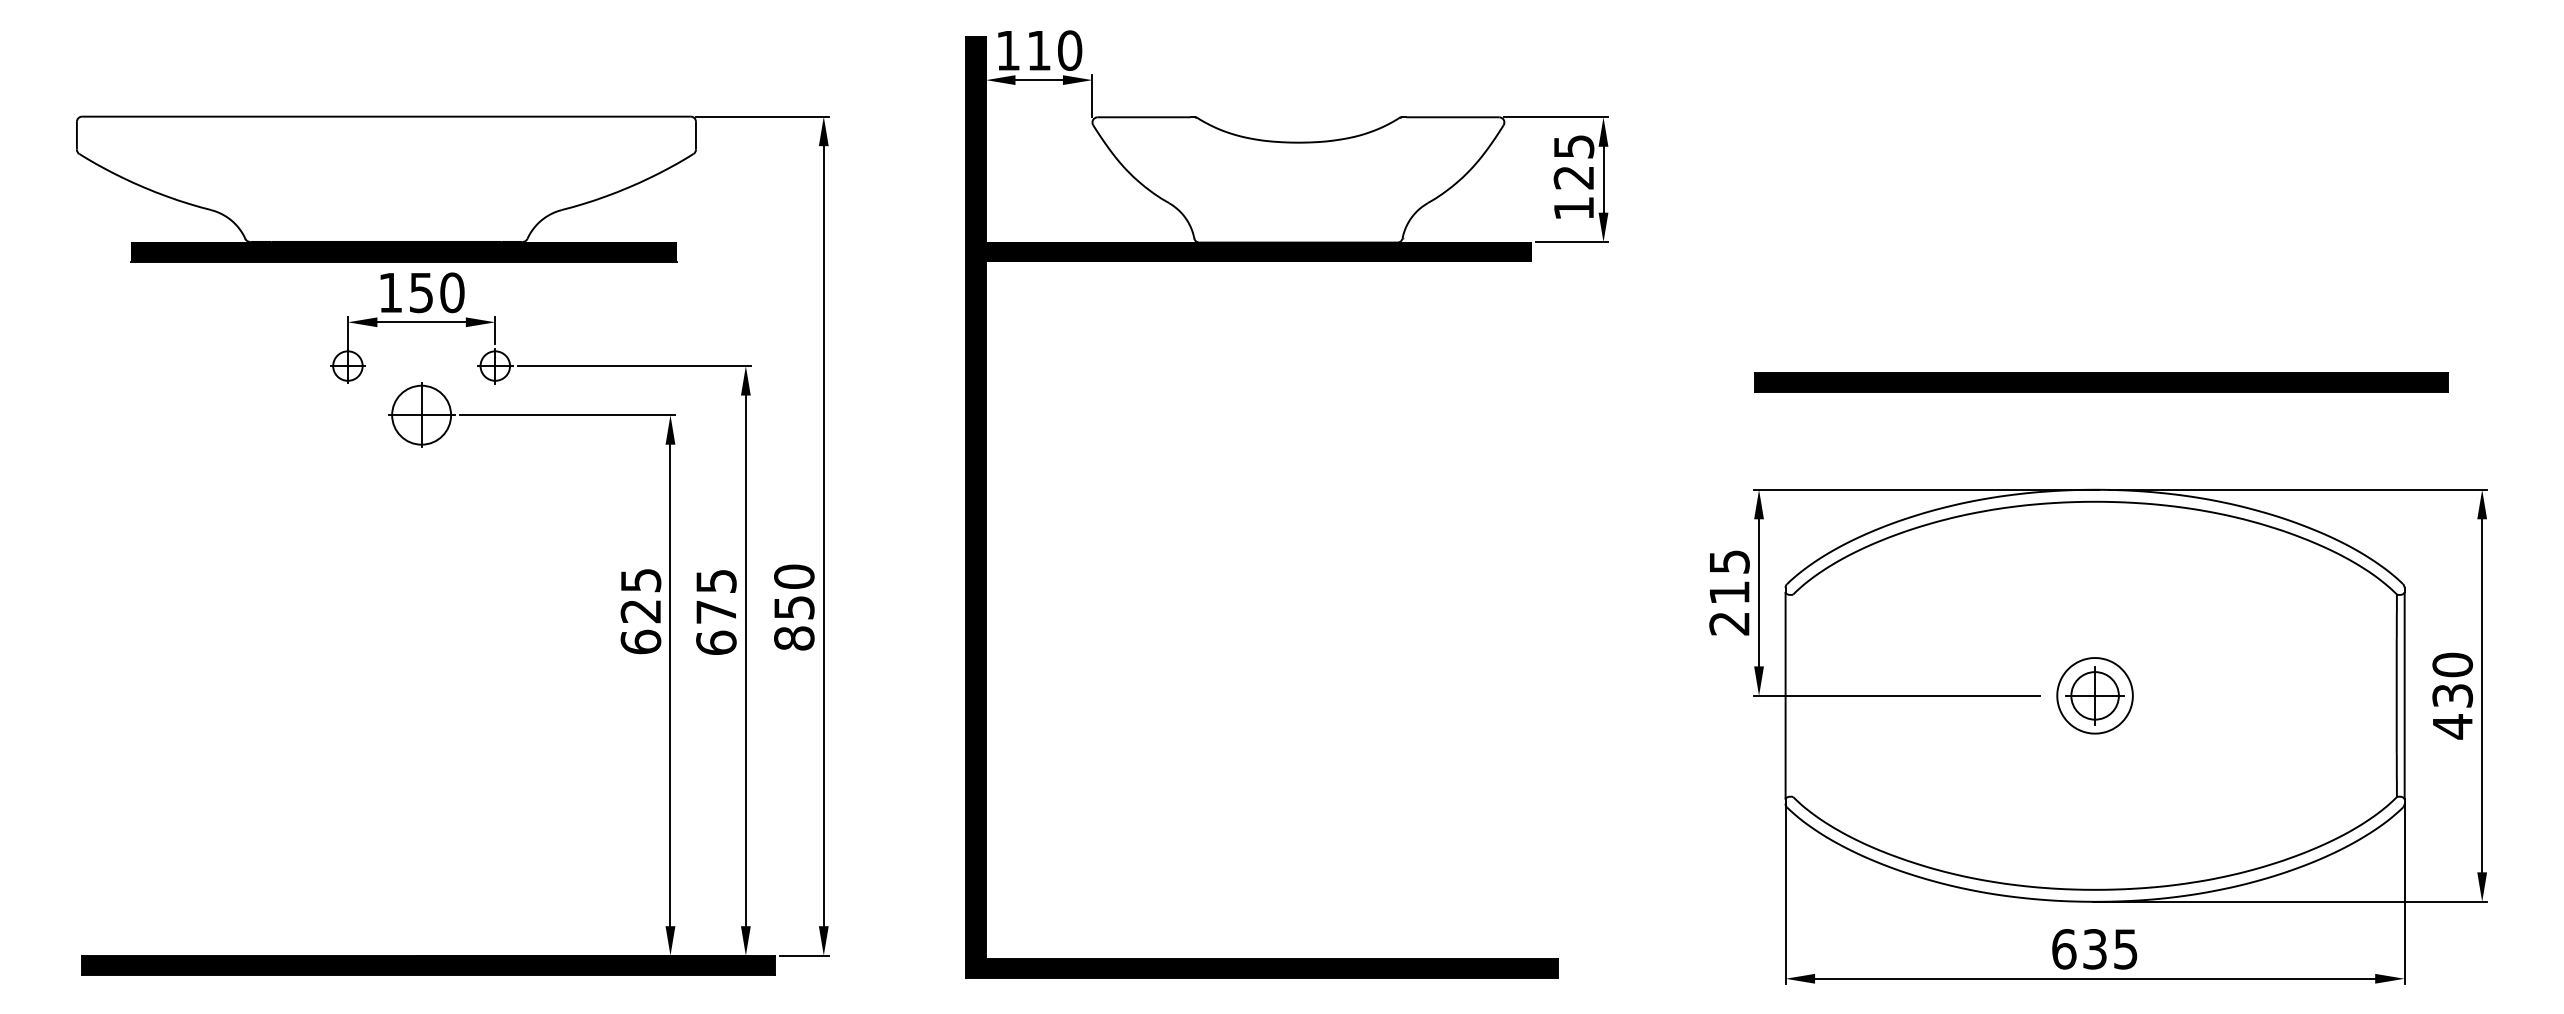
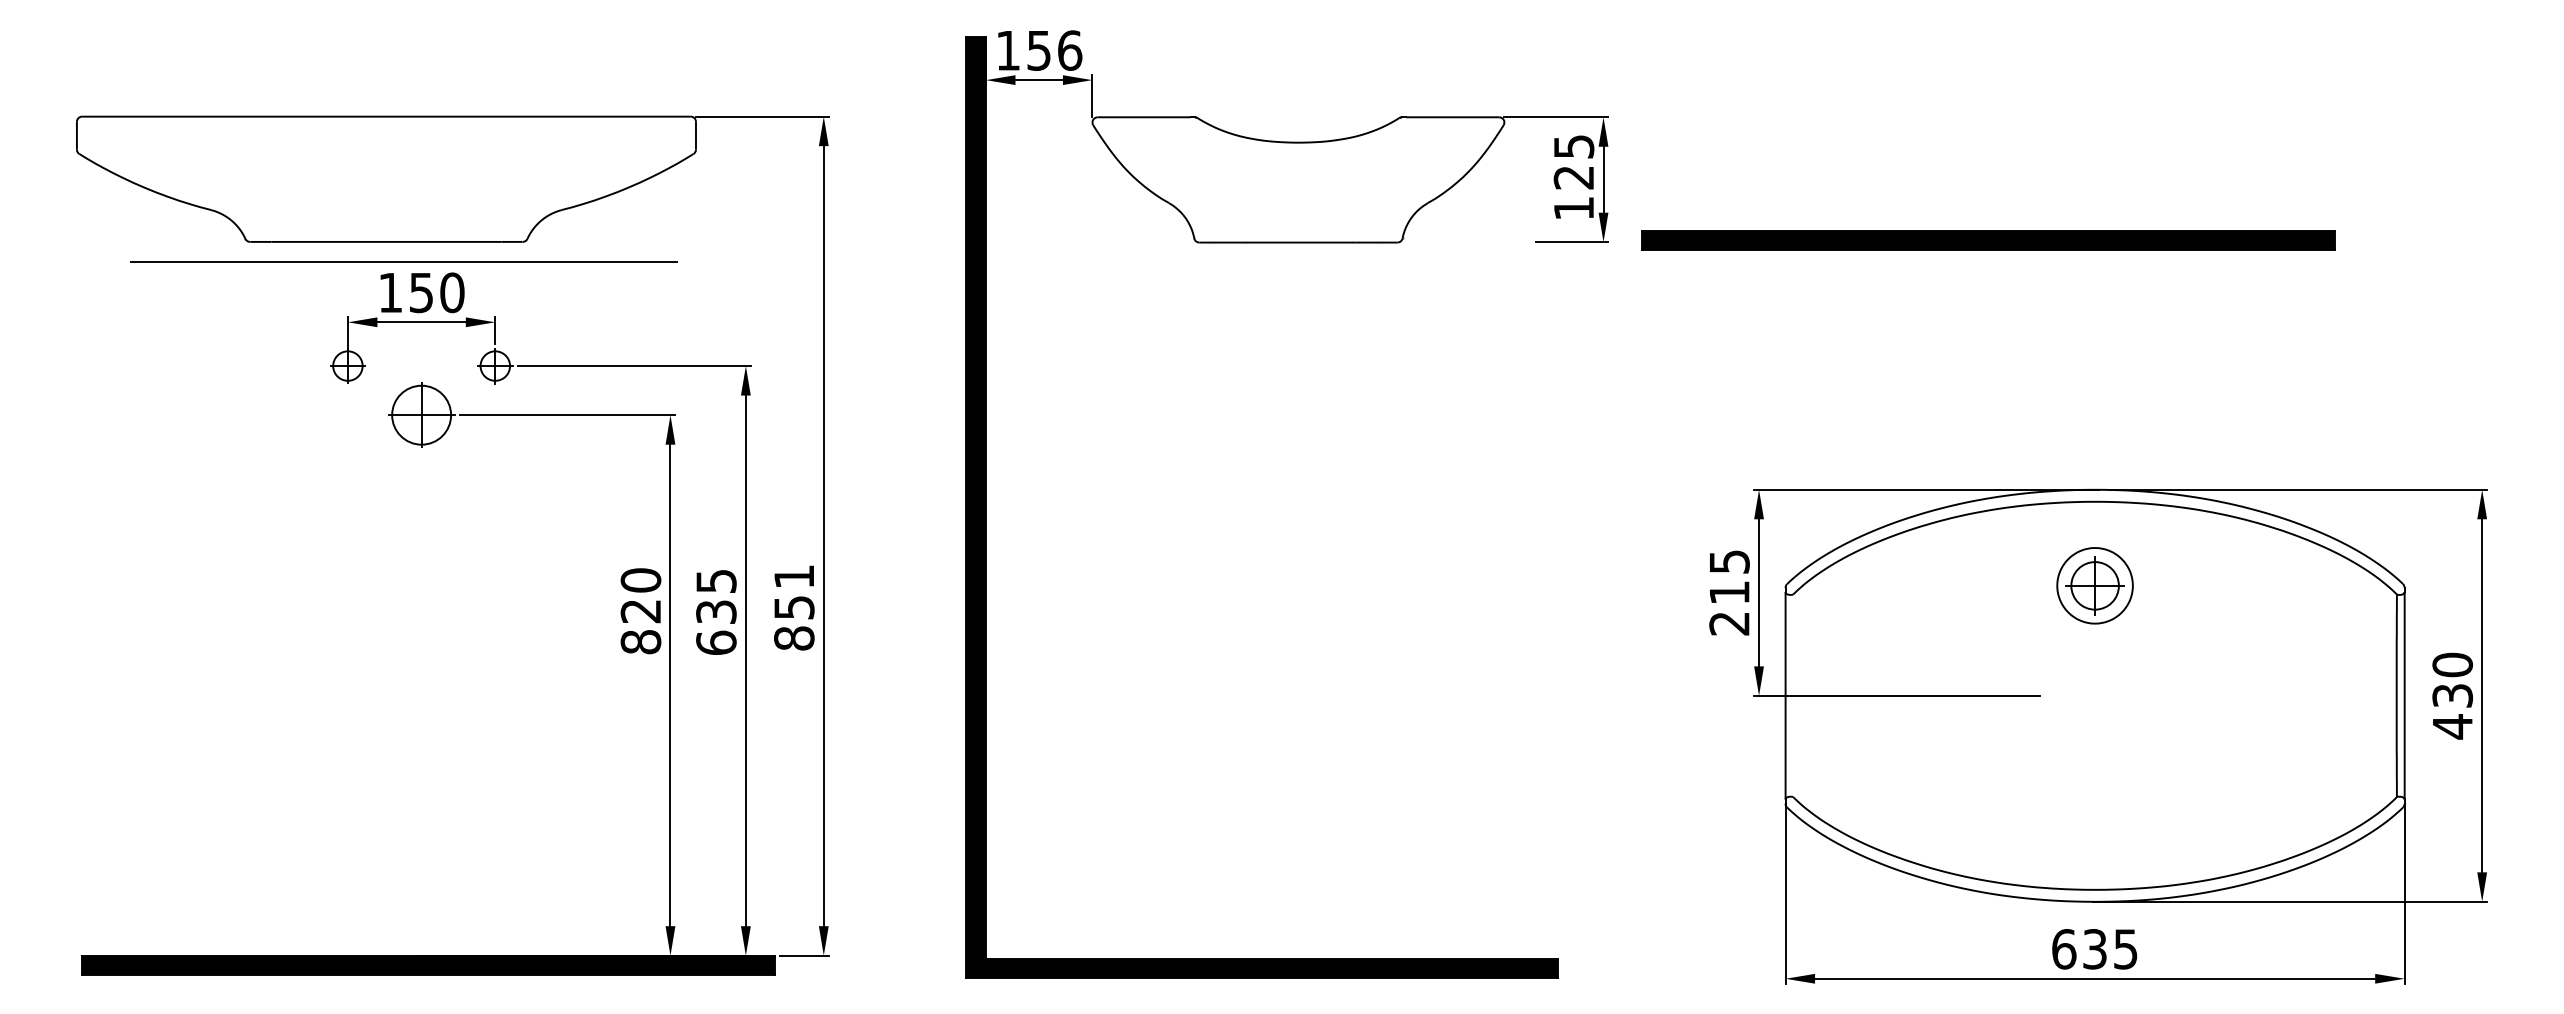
text at (1054, 50): 110 -> 156
fill at (1258, 251): present -> none
fill at (404, 252): present -> none
part at (2101, 382) position: (2101, 382) -> (1988, 240)
text at (794, 576): 850 -> 851
text at (640, 611): 625 -> 820
text at (716, 611): 675 -> 635
part at (2094, 695) position: (2094, 695) -> (2094, 585)
